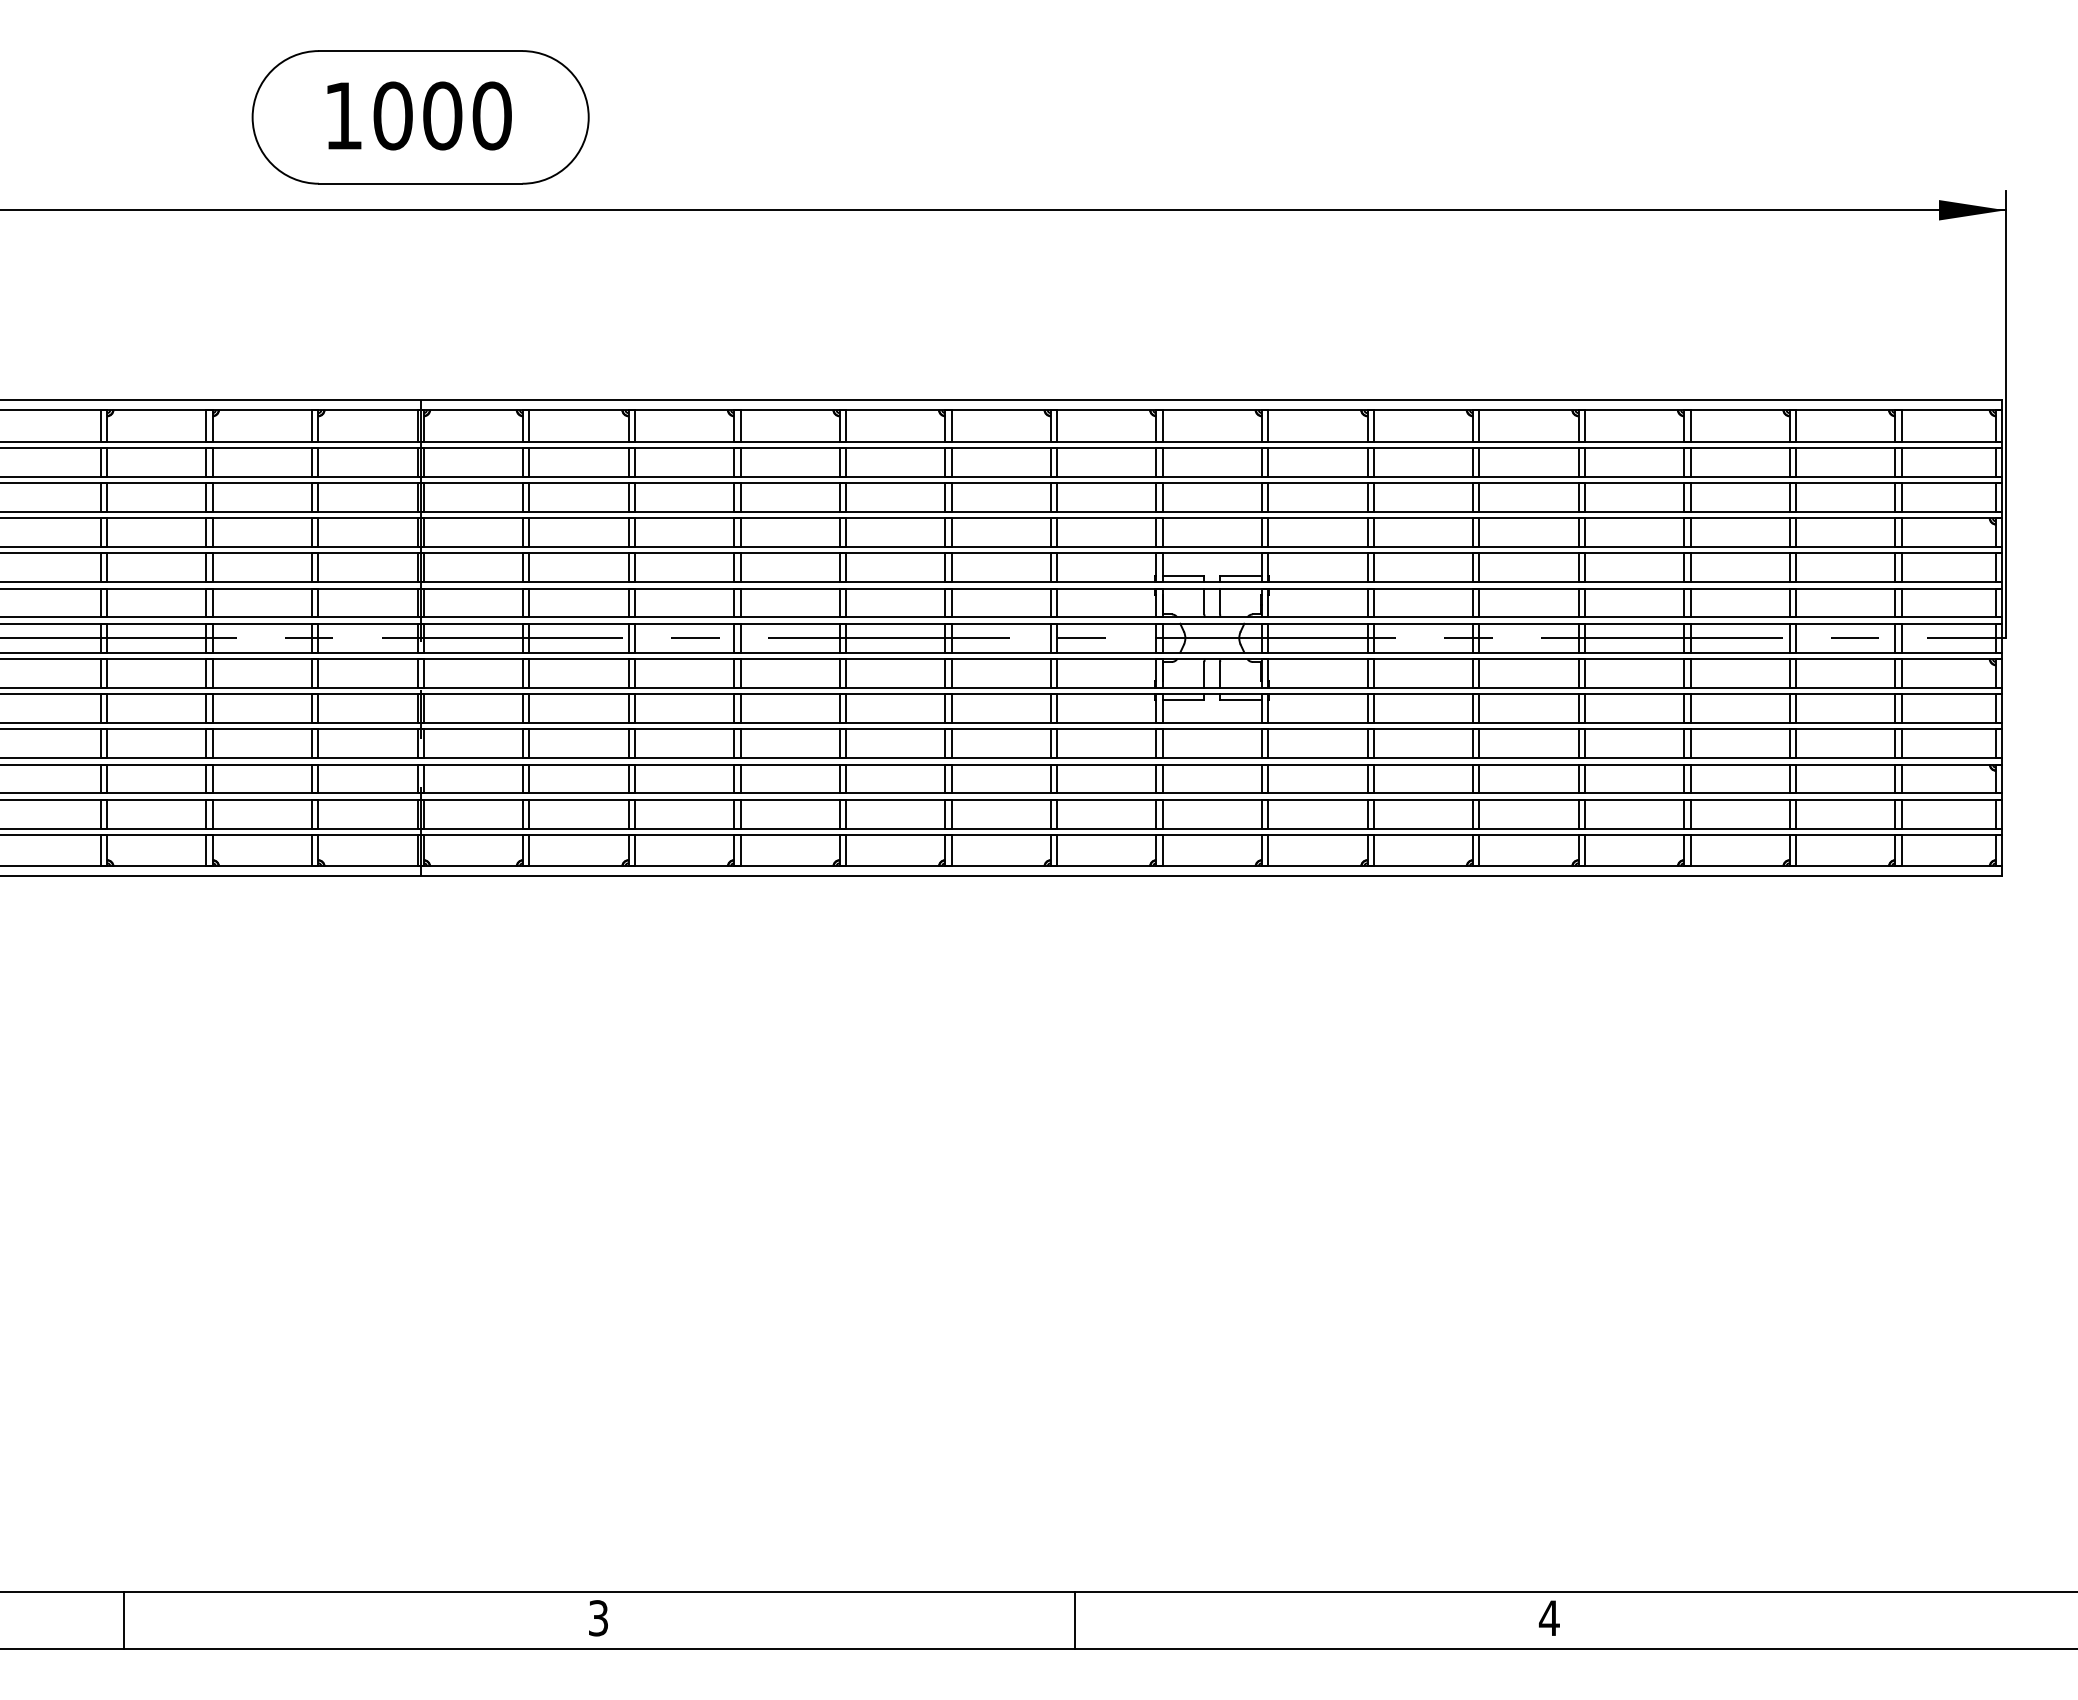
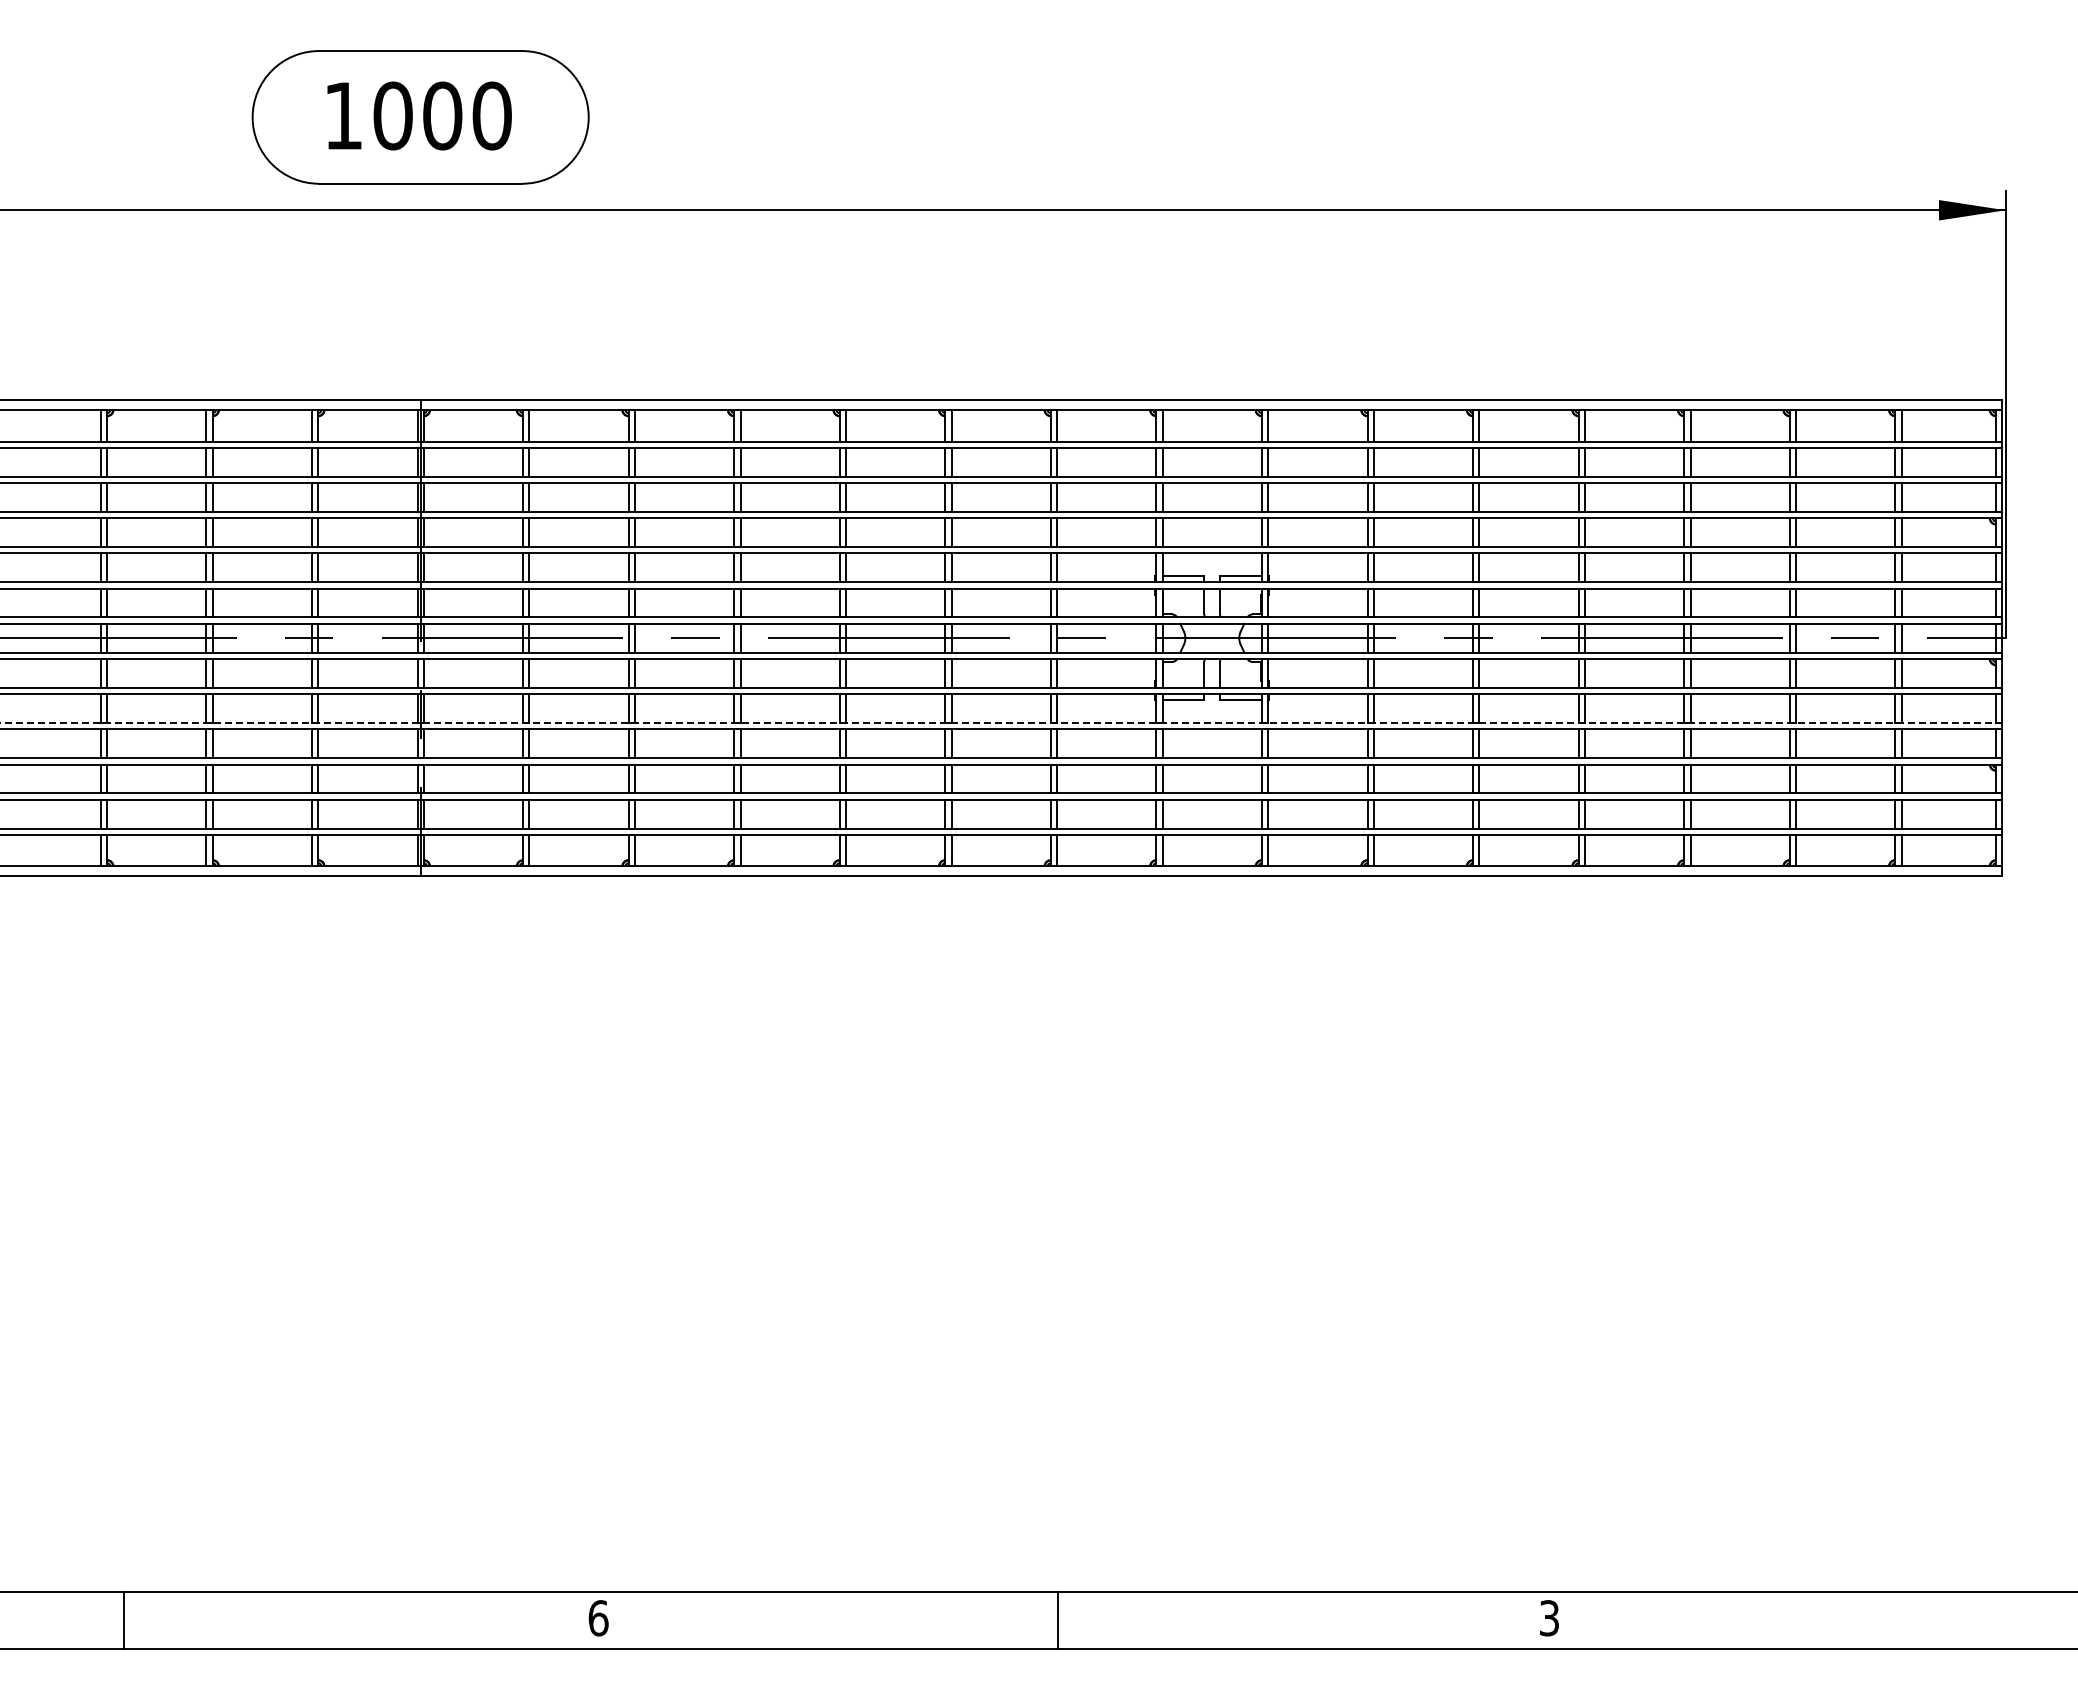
line at (1001, 723): solid -> dashed
text at (598, 1618): 3 -> 6
text at (1548, 1618): 4 -> 3
line at (1074, 1619) position: (1074, 1619) -> (1057, 1619)
